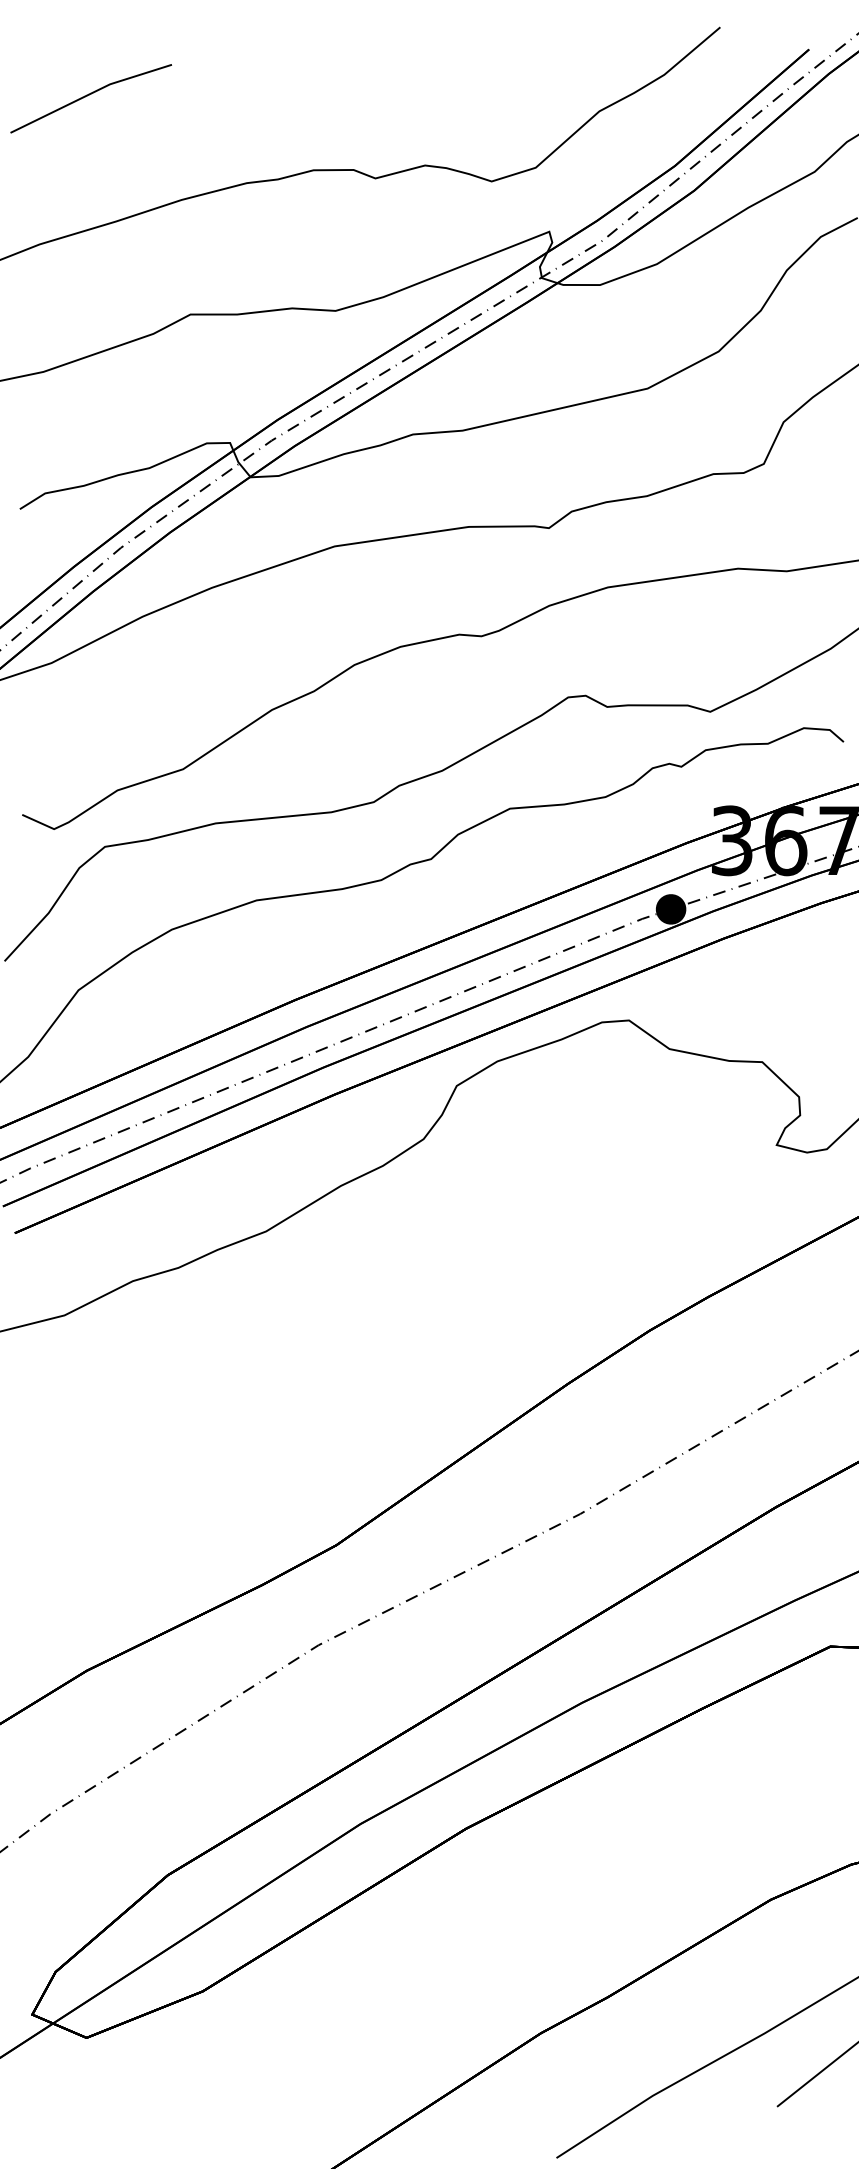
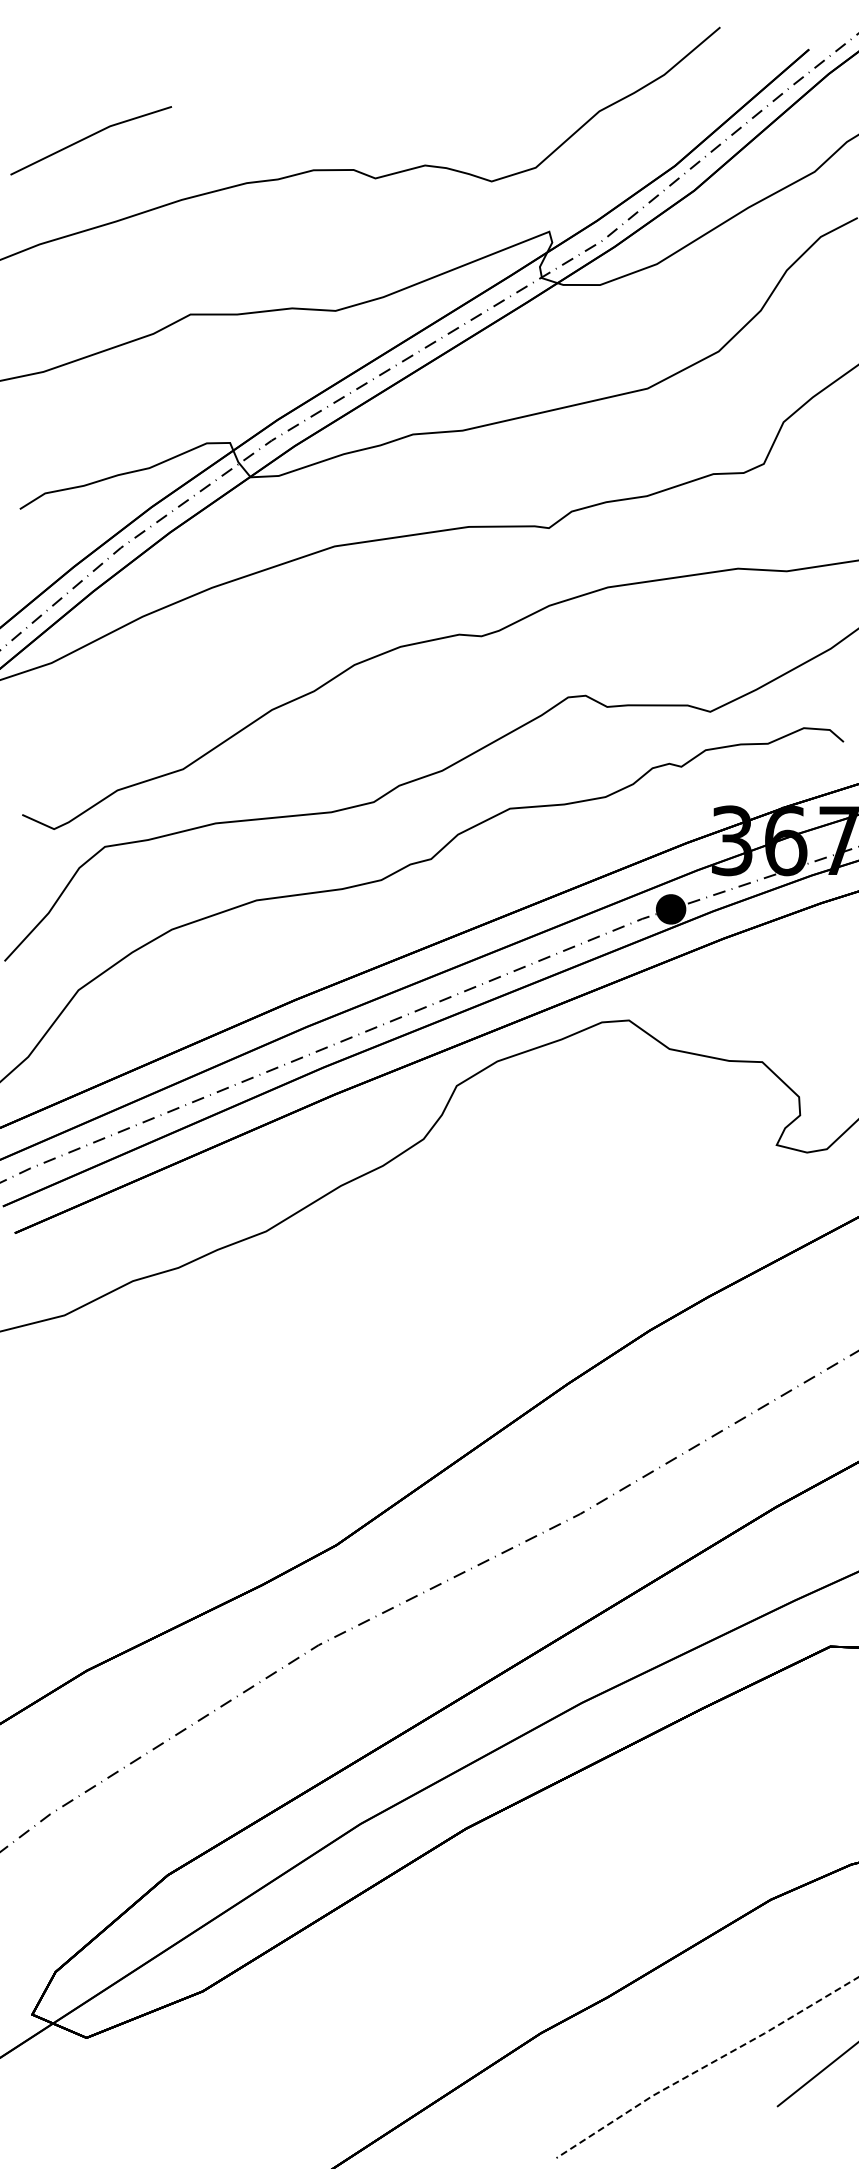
line at (89, 95) position: (89, 95) -> (89, 137)
line at (706, 2065): solid -> dashed
